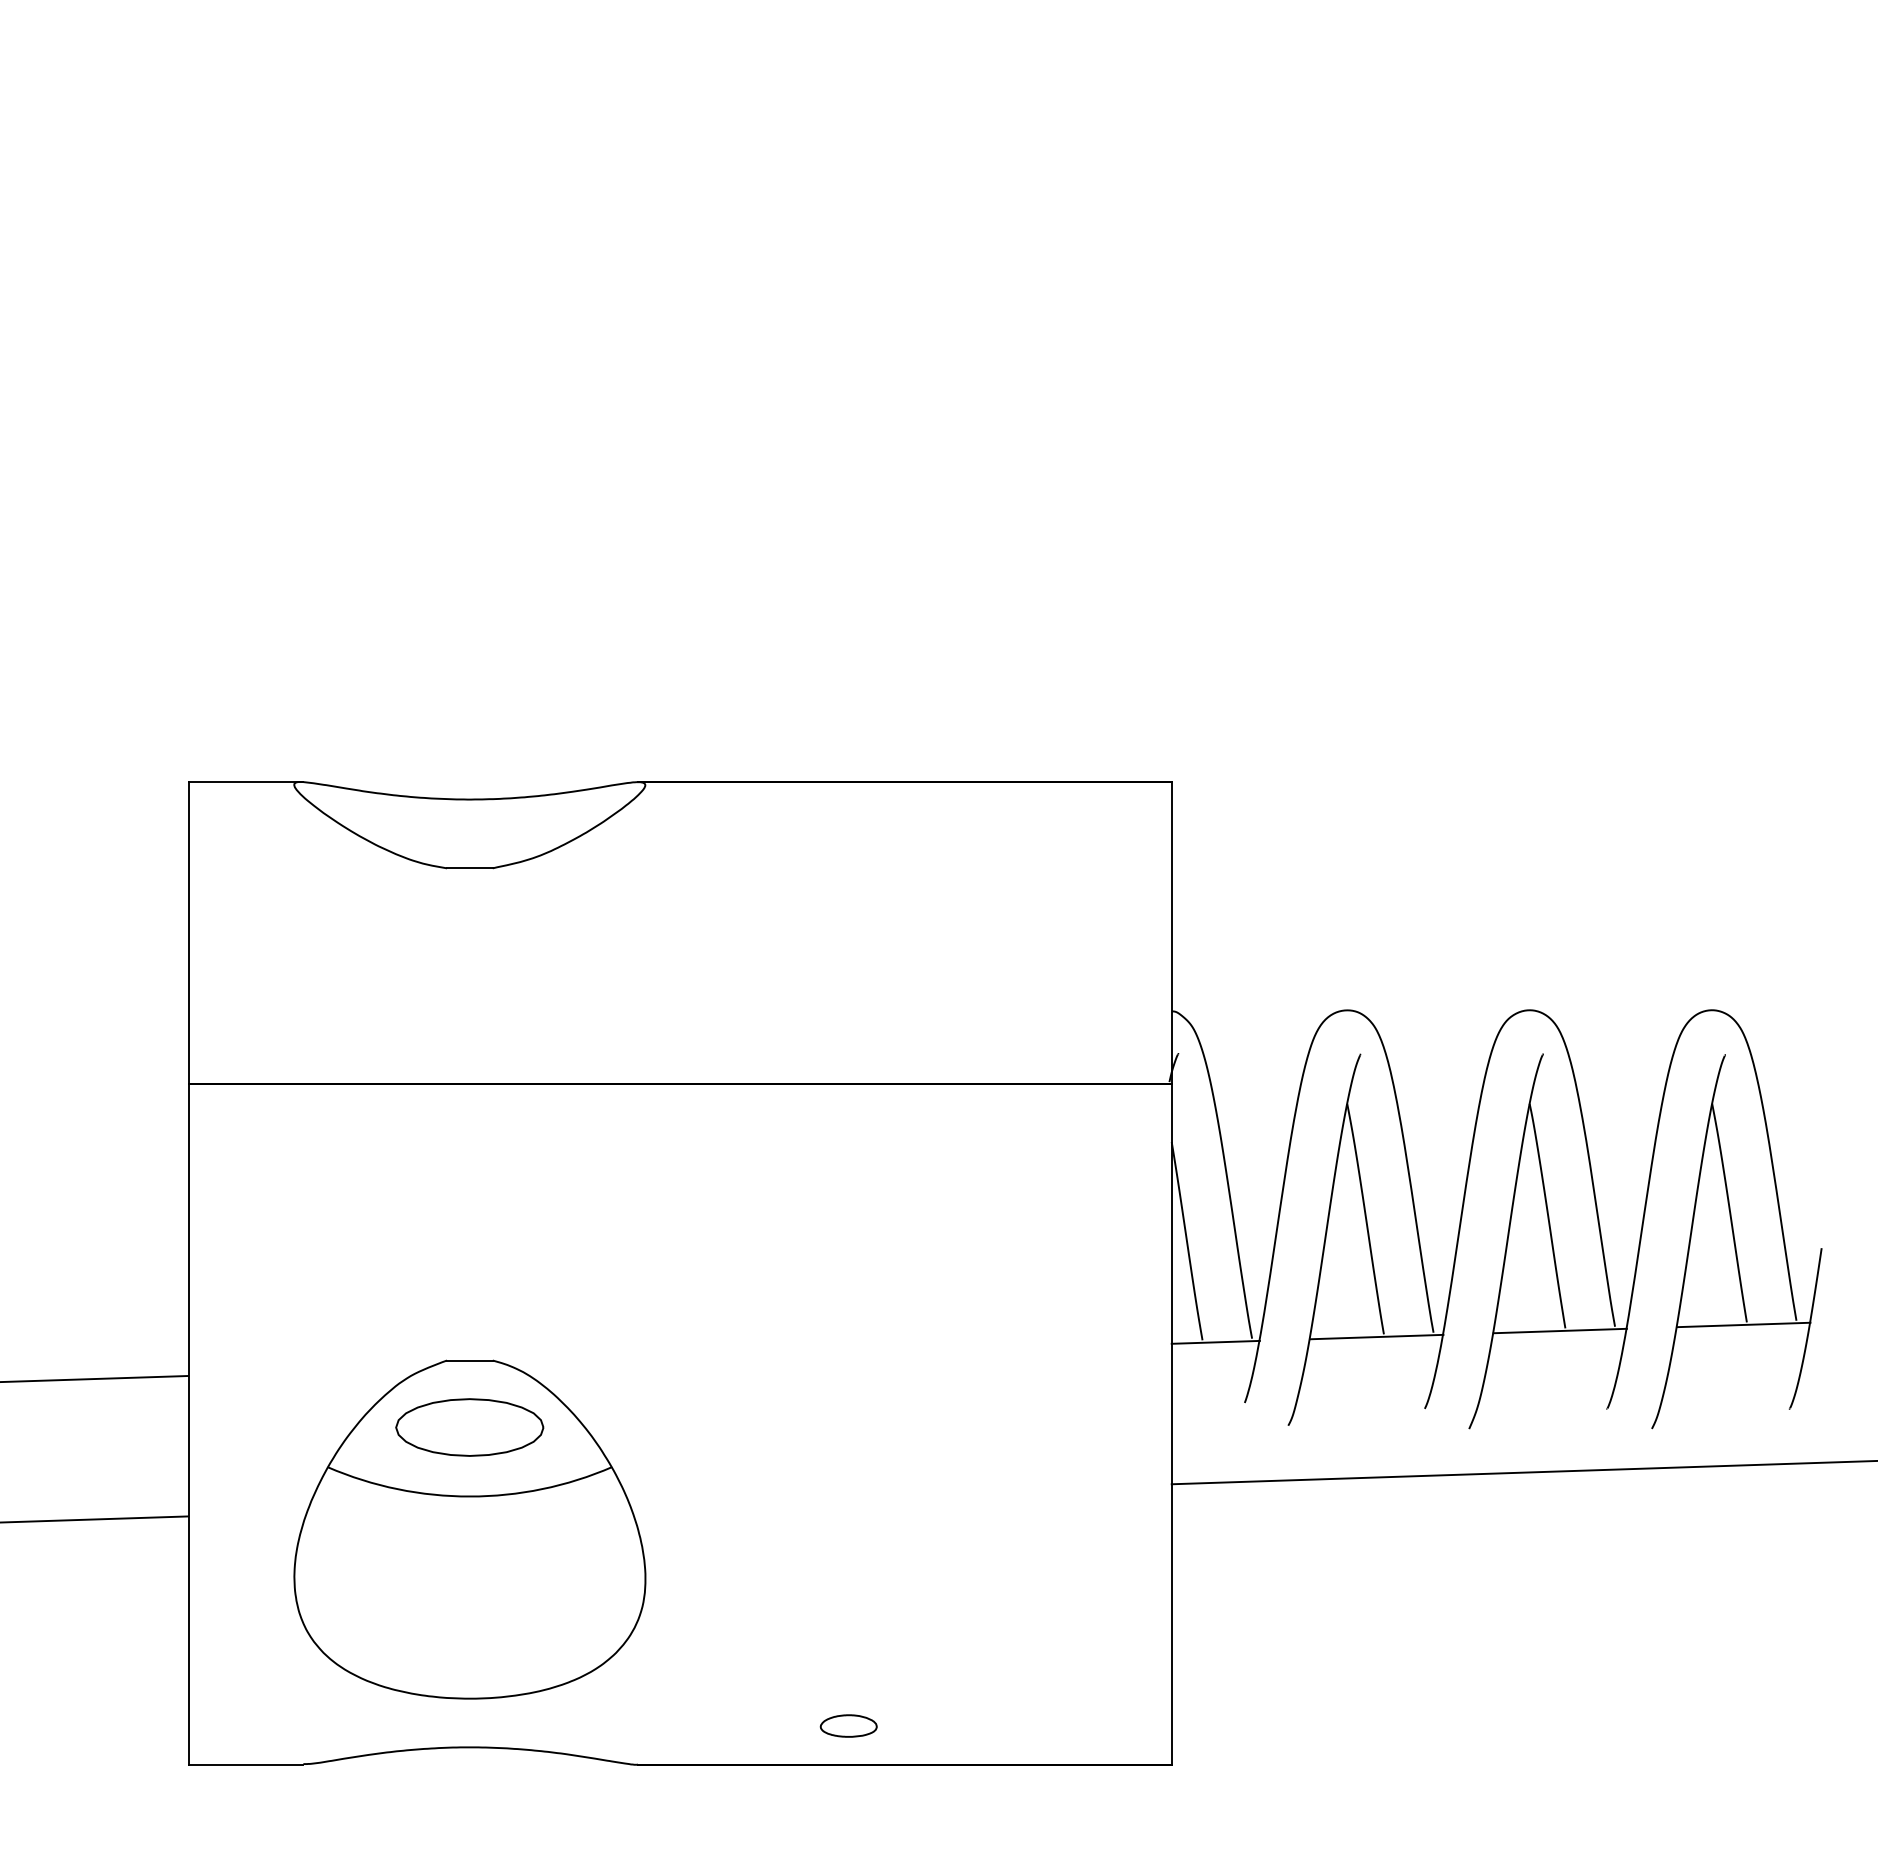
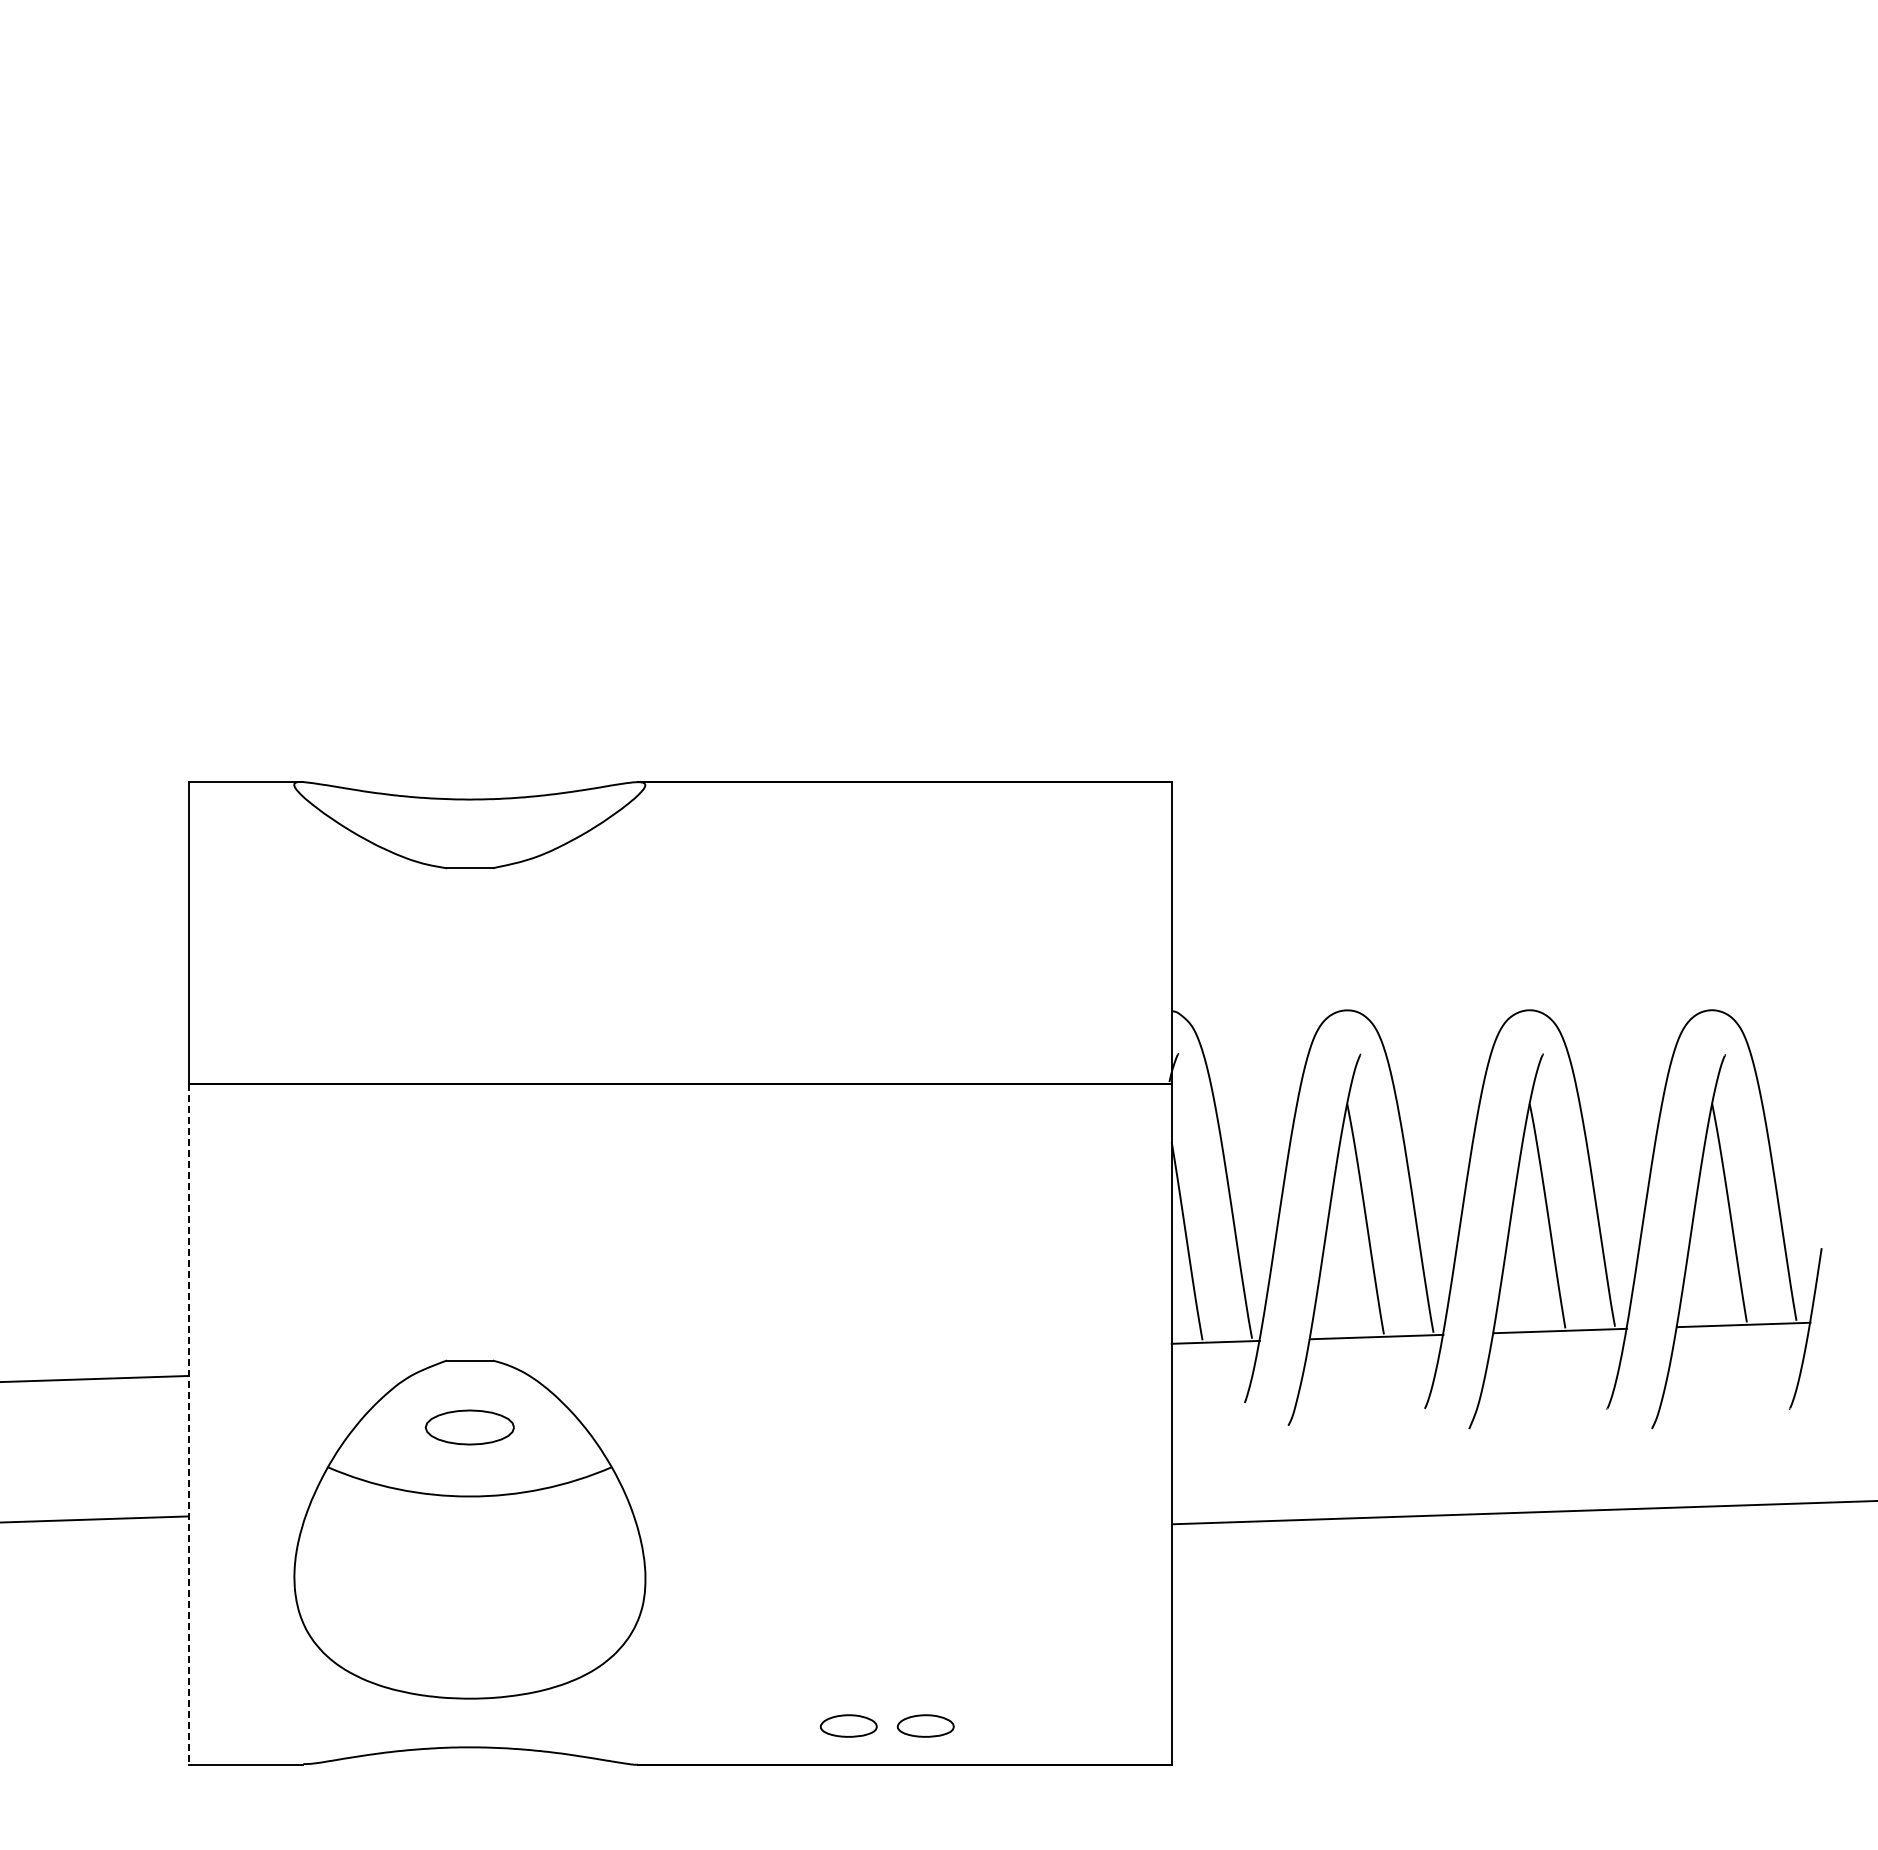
line at (189, 1424): solid -> dashed
part at (469, 1427) size: 150x59 px -> 91x37 px
line at (1522, 1472) position: (1522, 1472) -> (1523, 1512)
part at (925, 1725): none -> present
